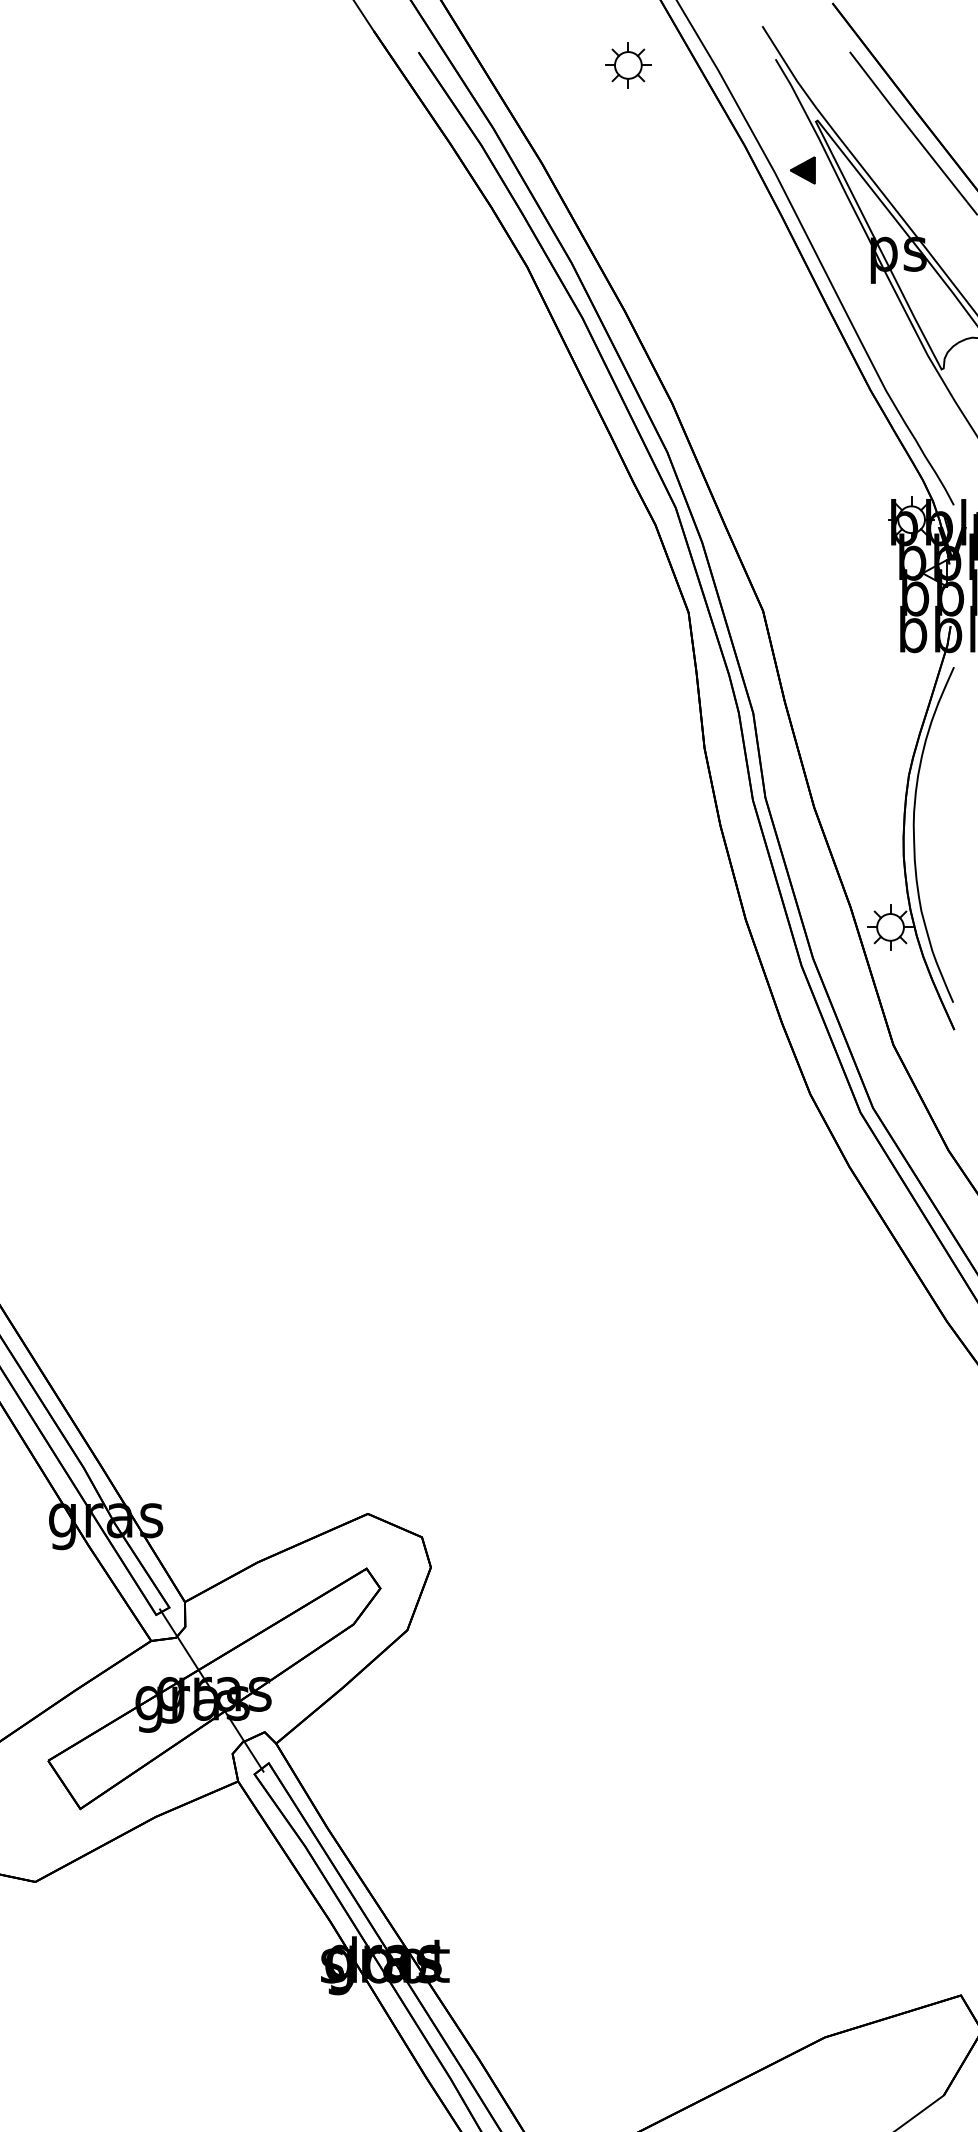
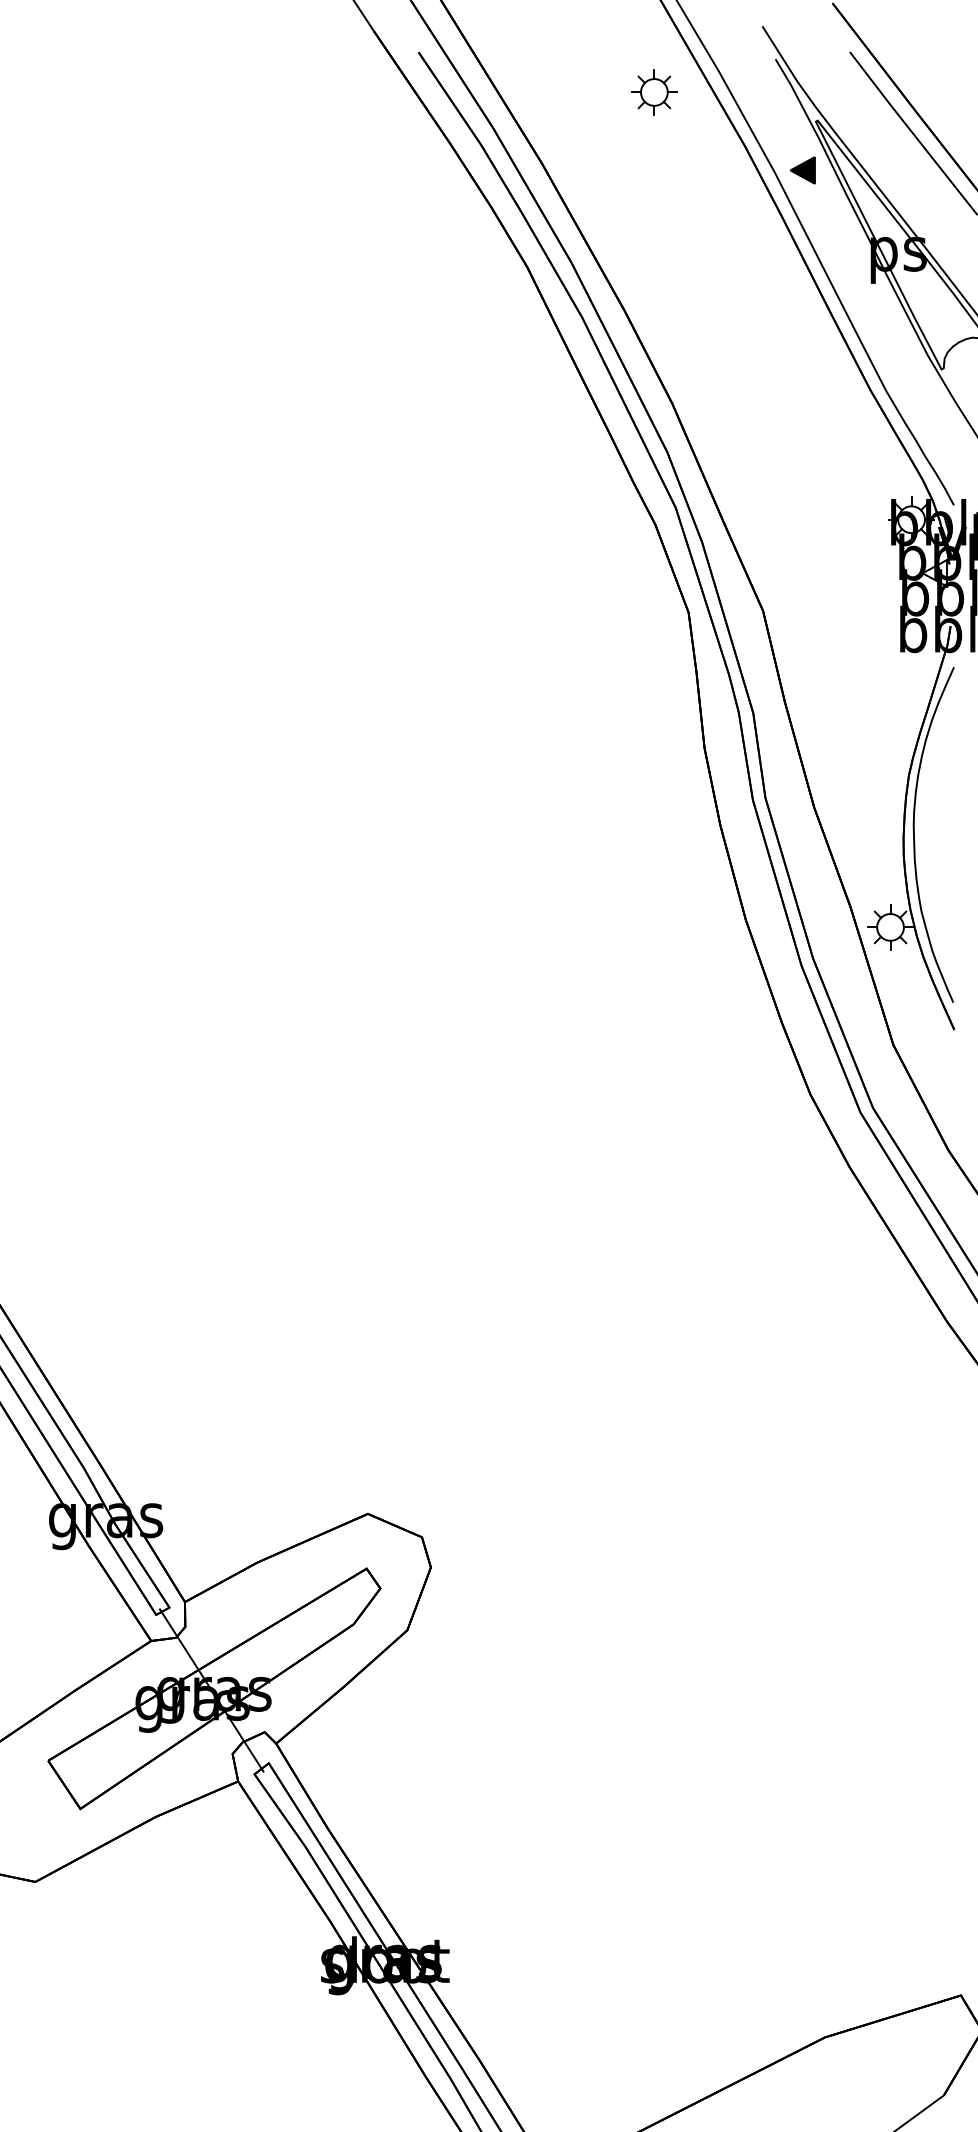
part at (628, 65) position: (628, 65) -> (654, 92)
